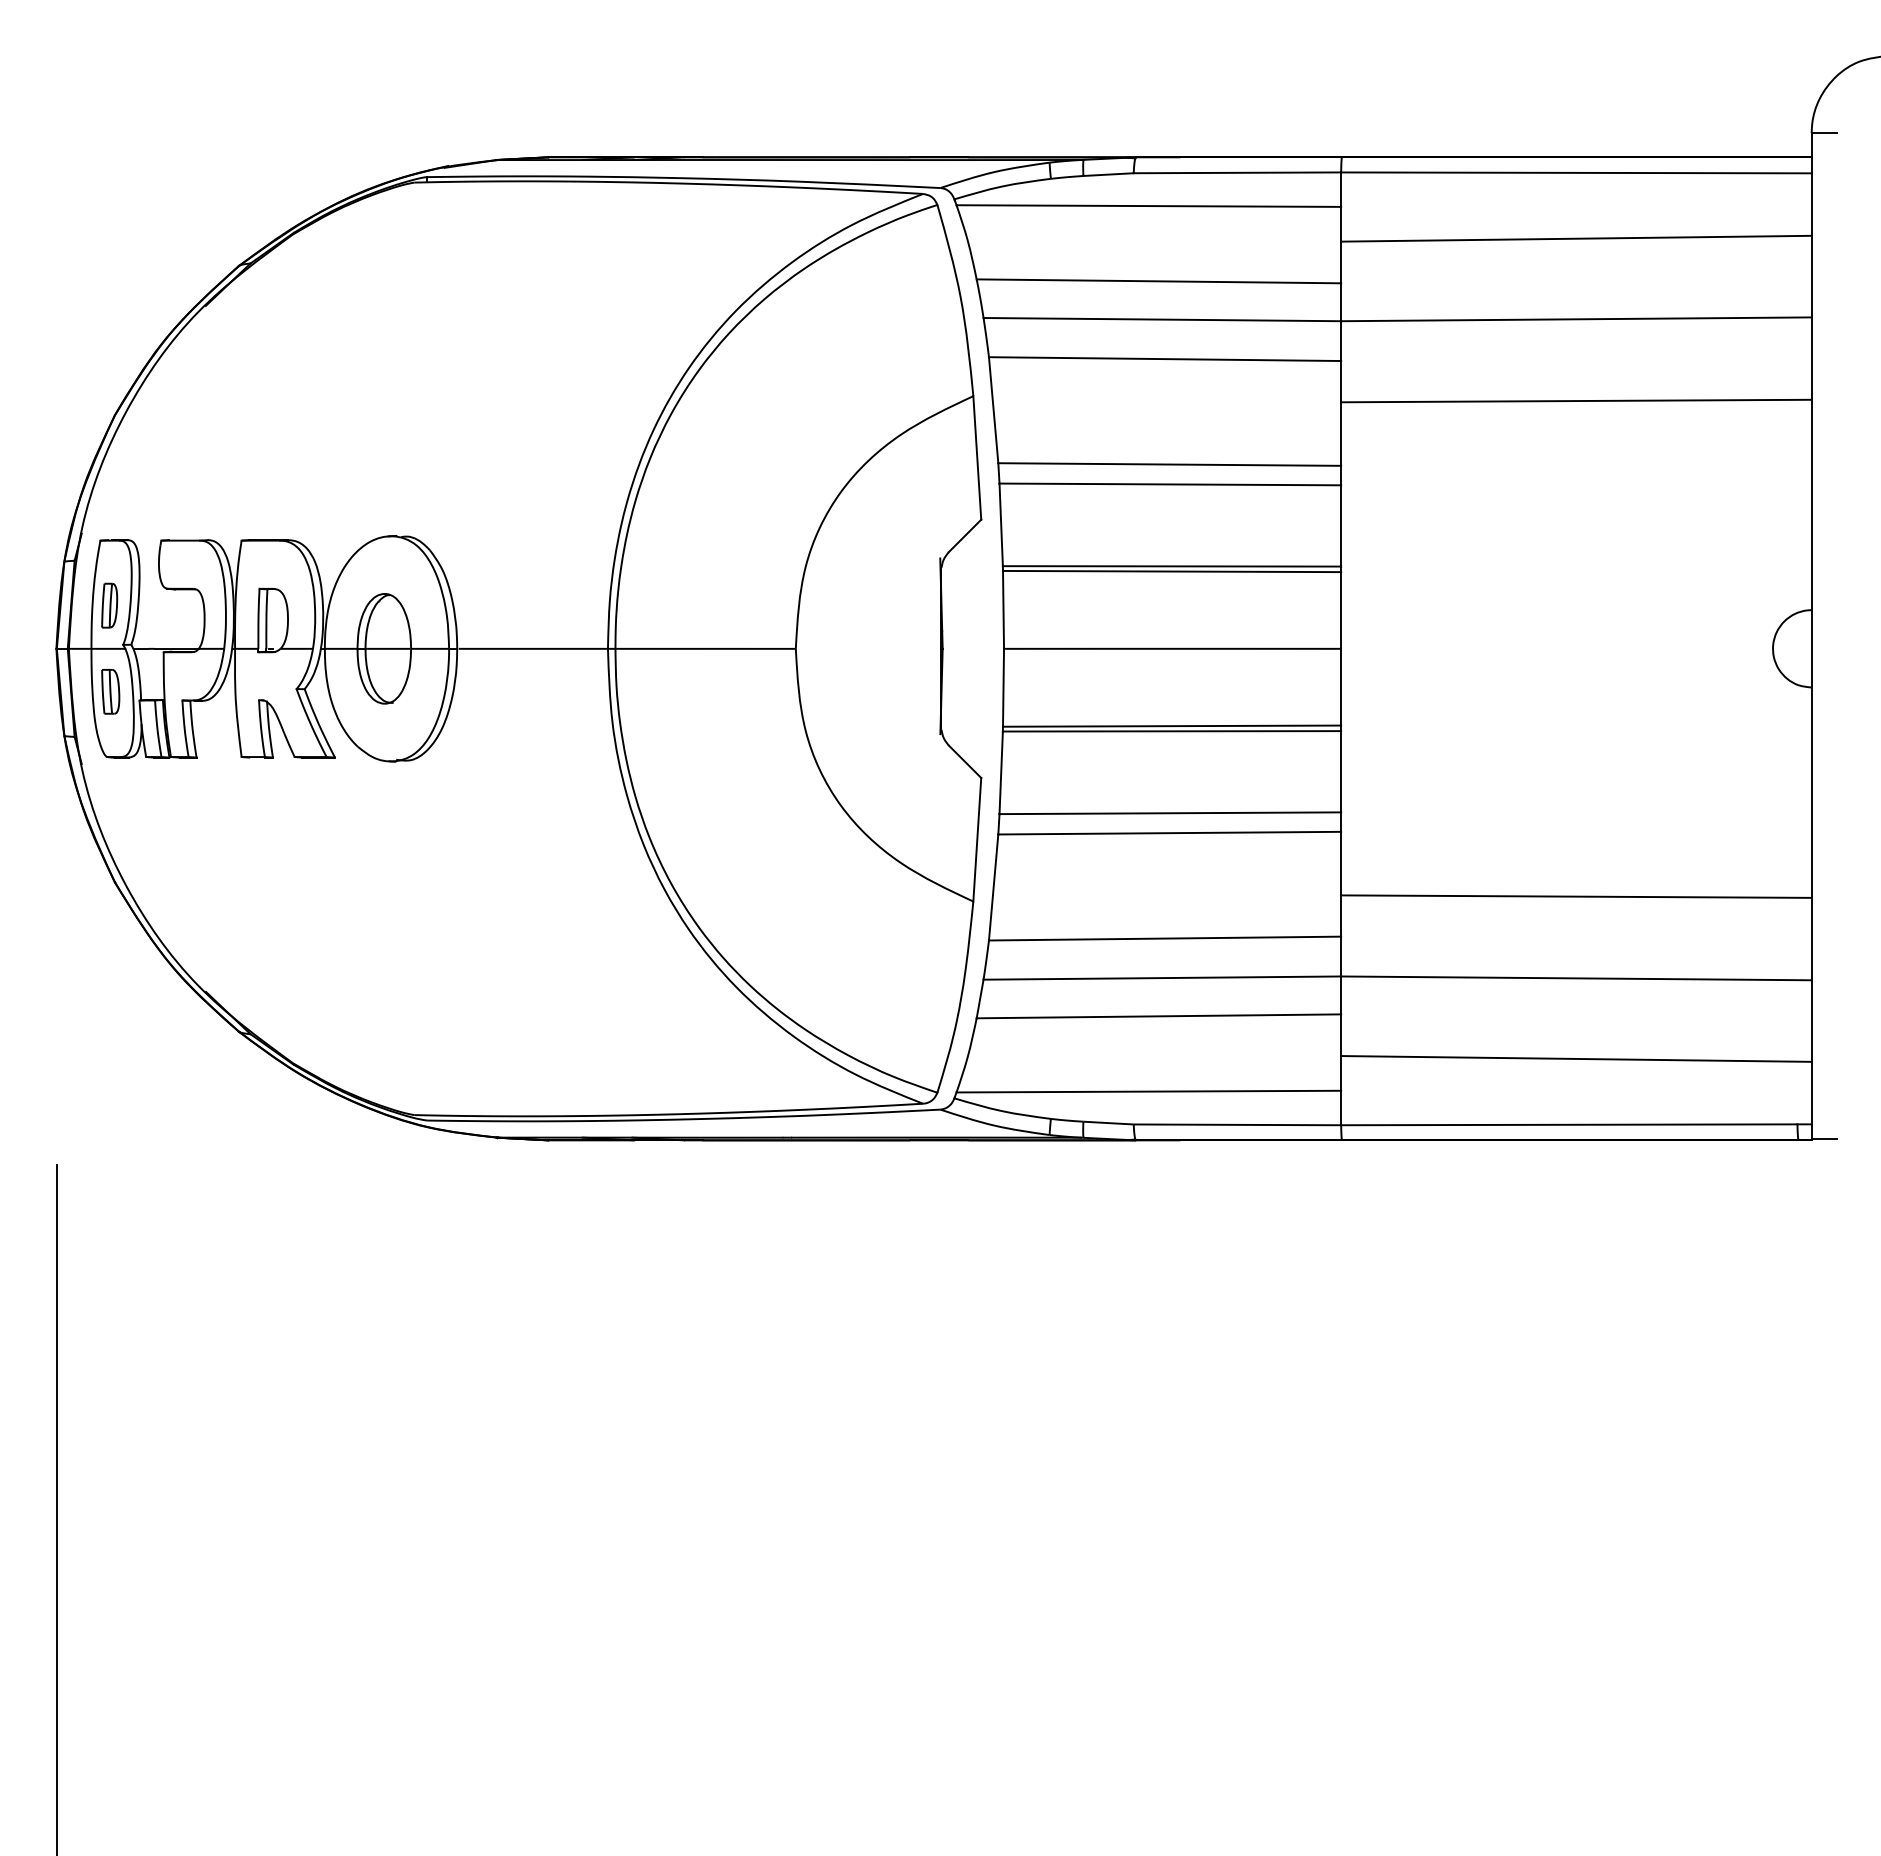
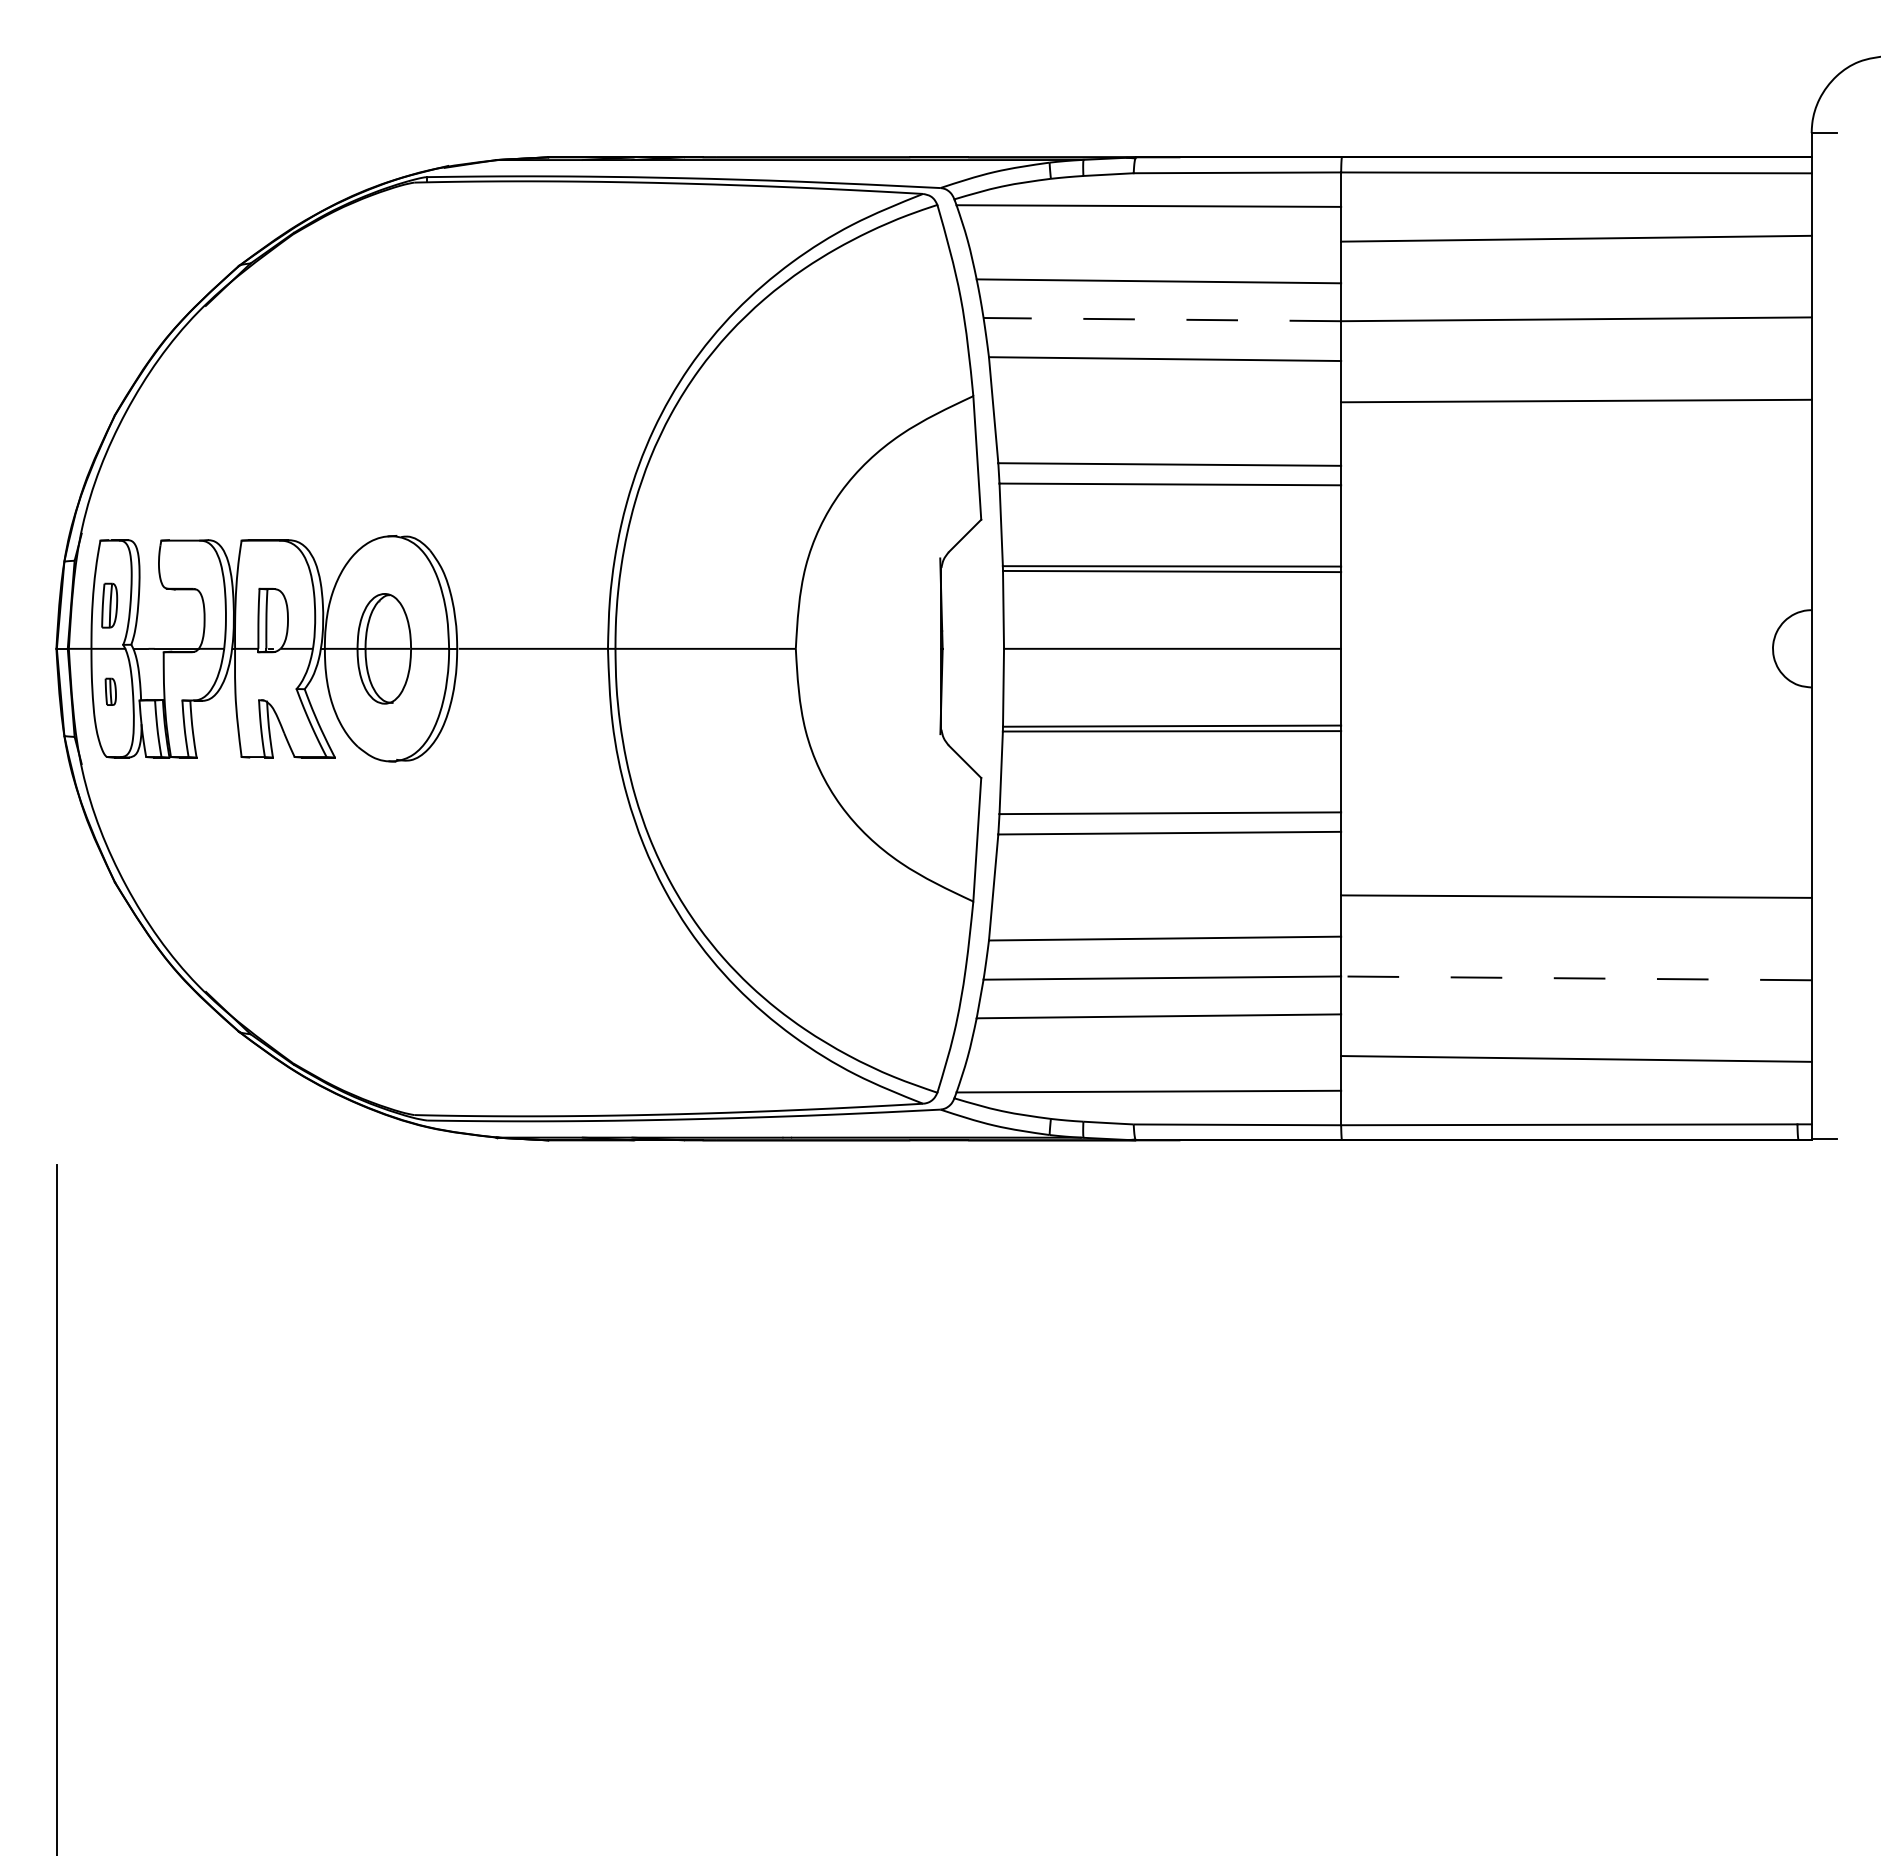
line at (1162, 319): solid -> dashed
part at (110, 691) size: 20x46 px -> 13x29 px
line at (1575, 978): solid -> dashed
